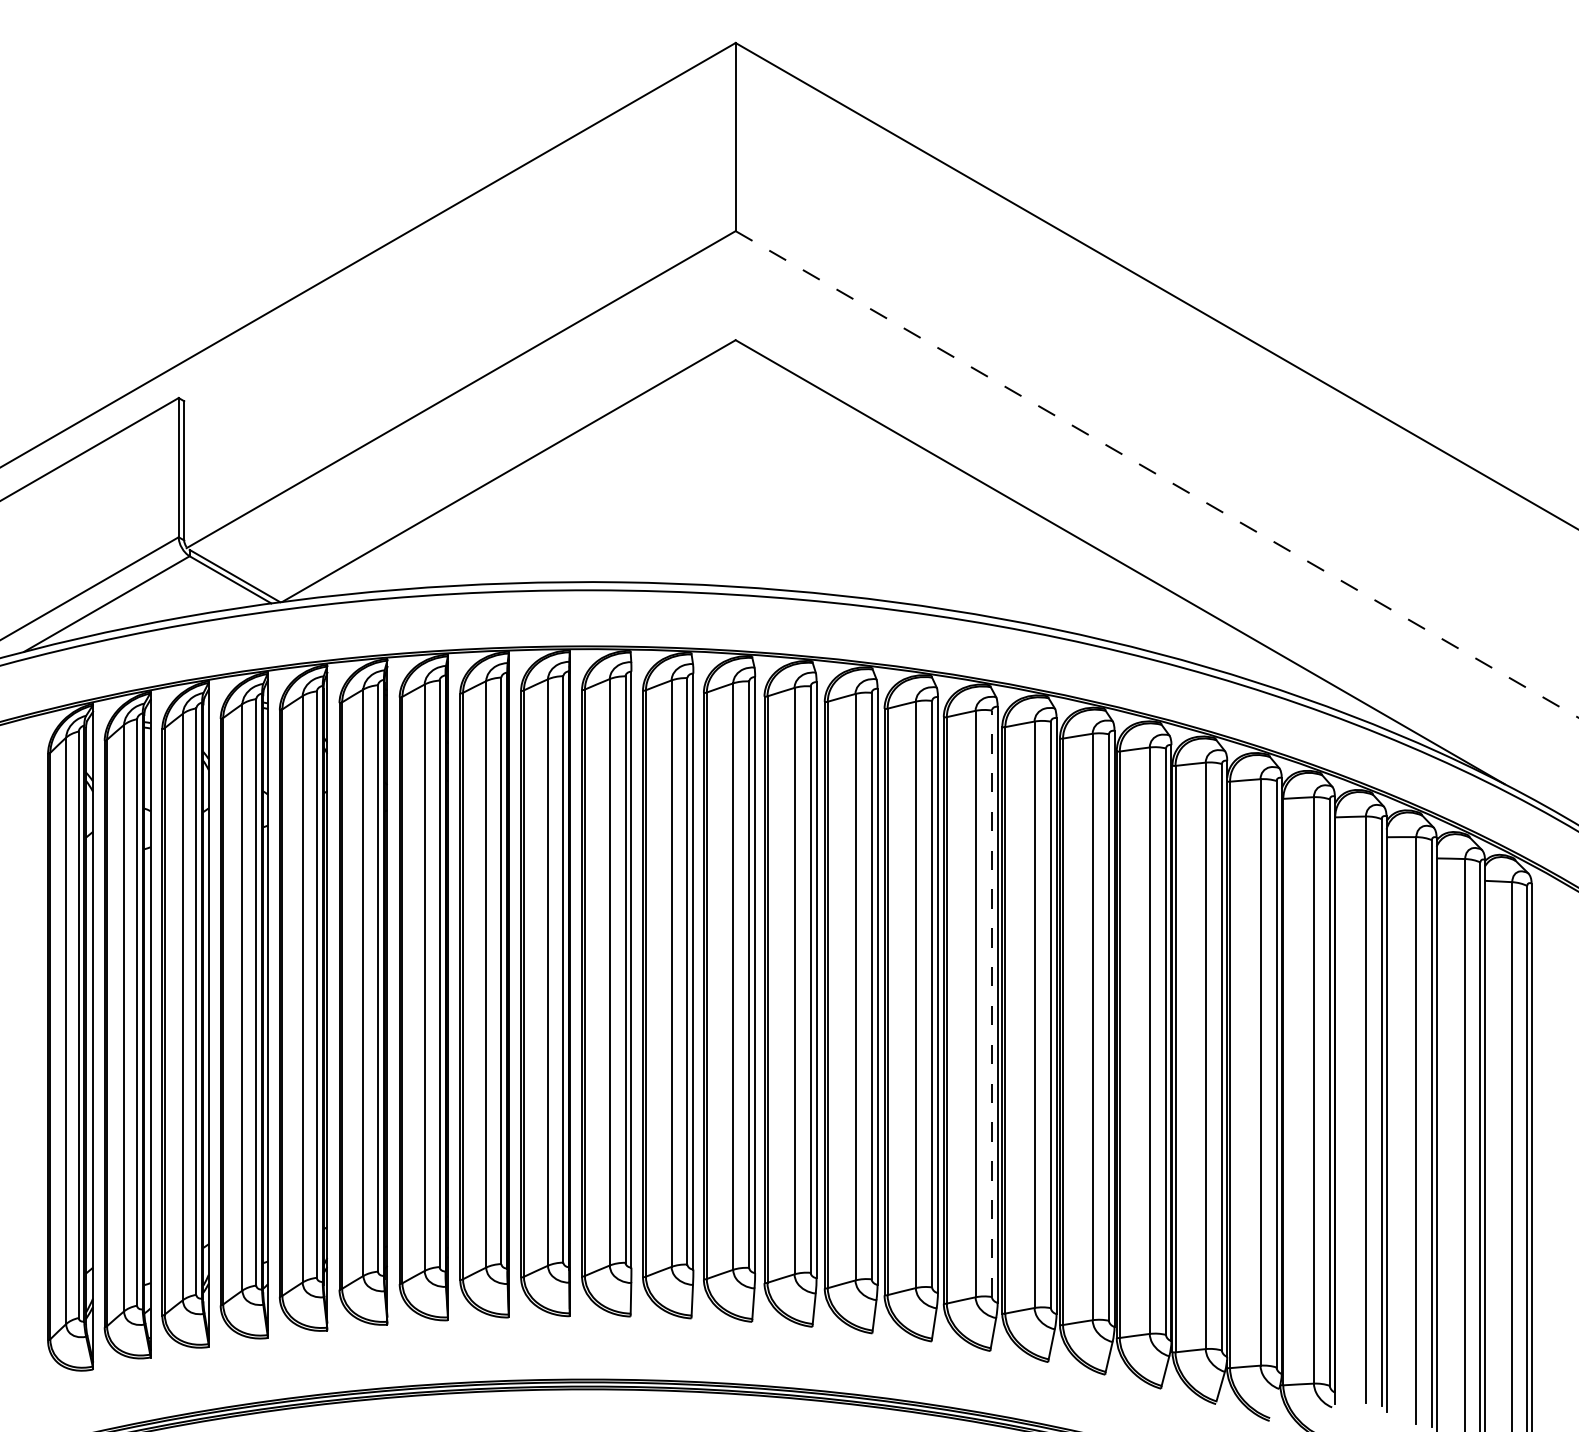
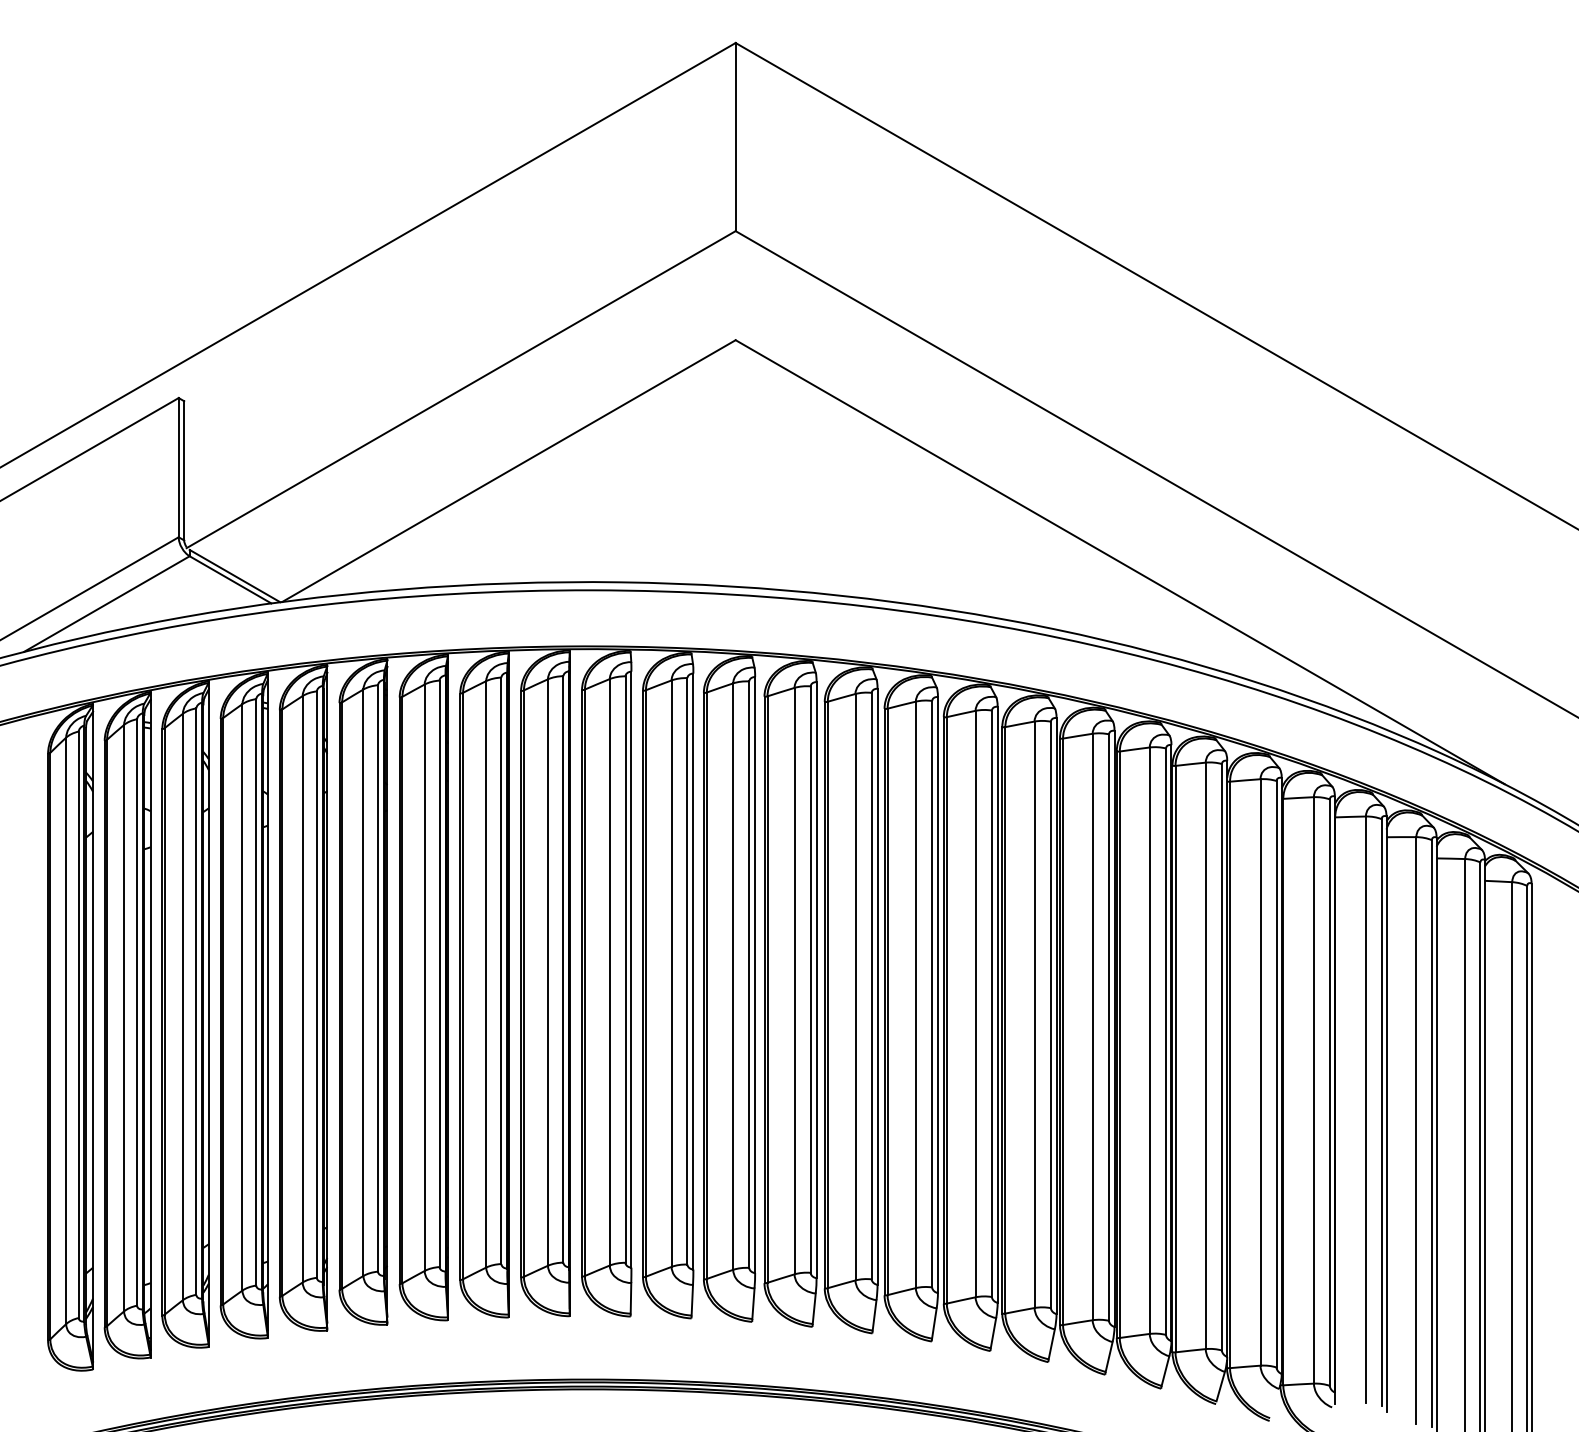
line at (1157, 474): dashed -> solid
line at (991, 1003): dashed -> solid
